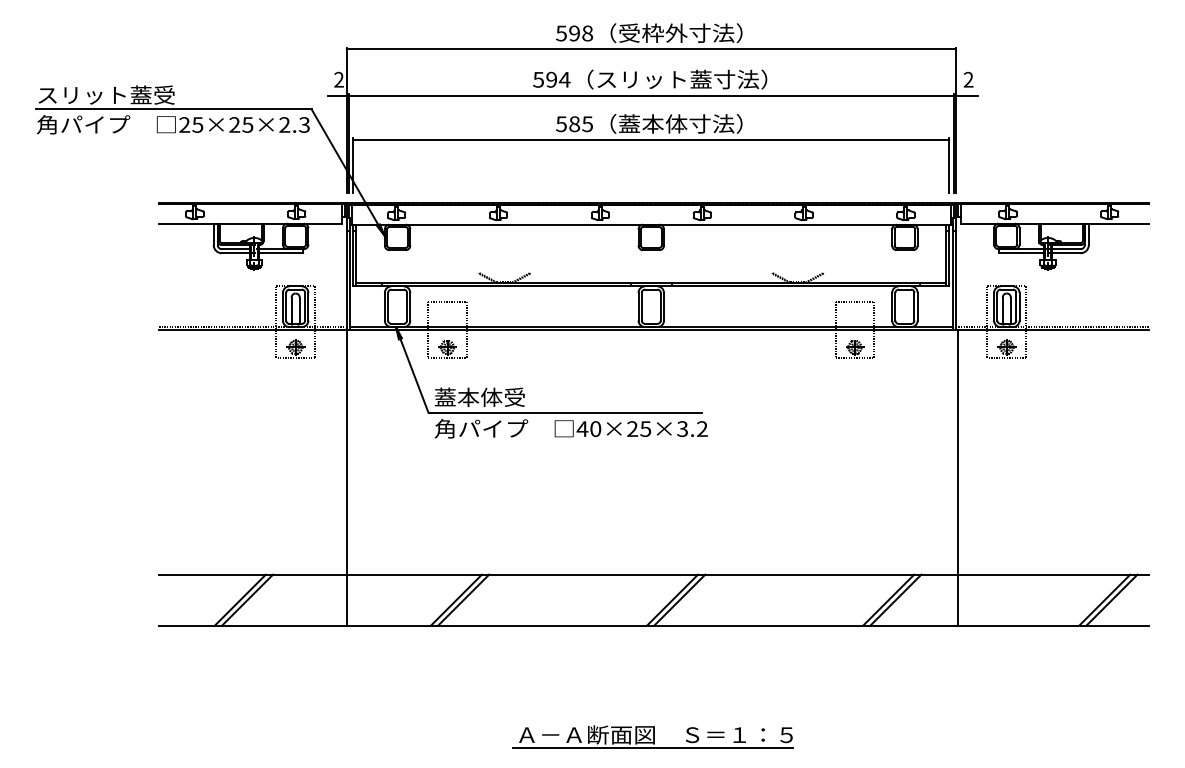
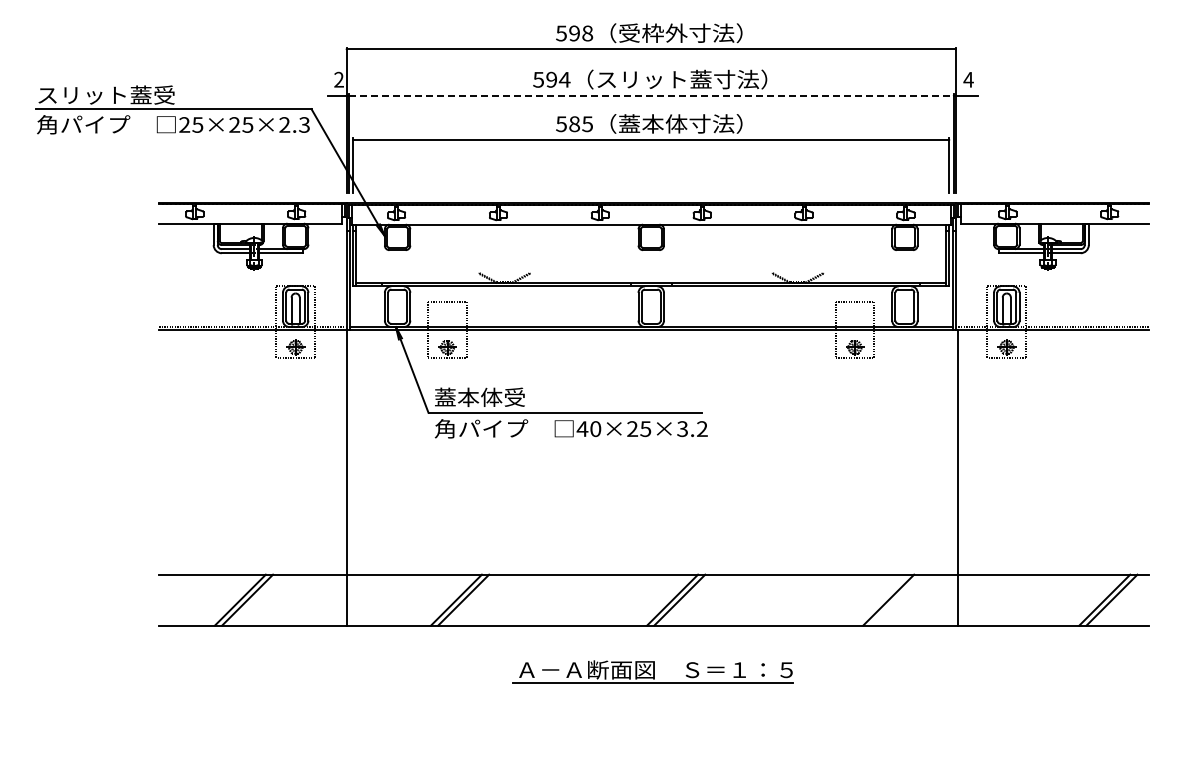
text at (968, 79): 2 -> 4
line at (651, 95): solid -> dashed
line at (895, 599): present -> none
part at (652, 736) position: (652, 736) -> (652, 671)
